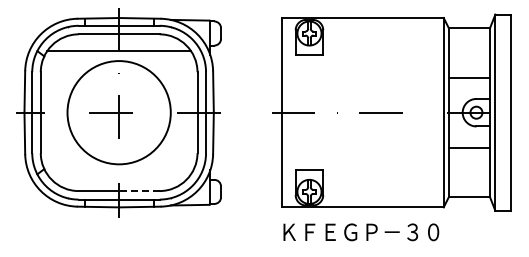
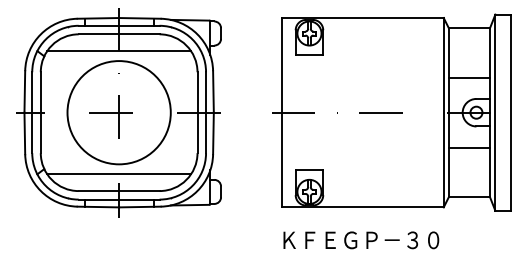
line at (119, 173): none -> present
line at (138, 191): dashed -> solid
text at (361, 232) position: (361, 232) -> (361, 240)
